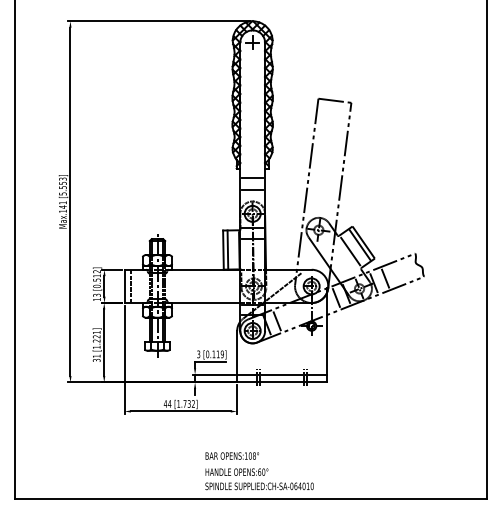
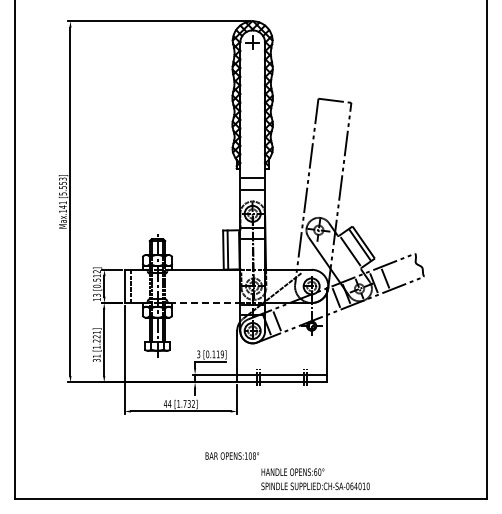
line at (204, 303): solid -> dashed
text at (259, 479) position: (259, 479) -> (315, 479)
